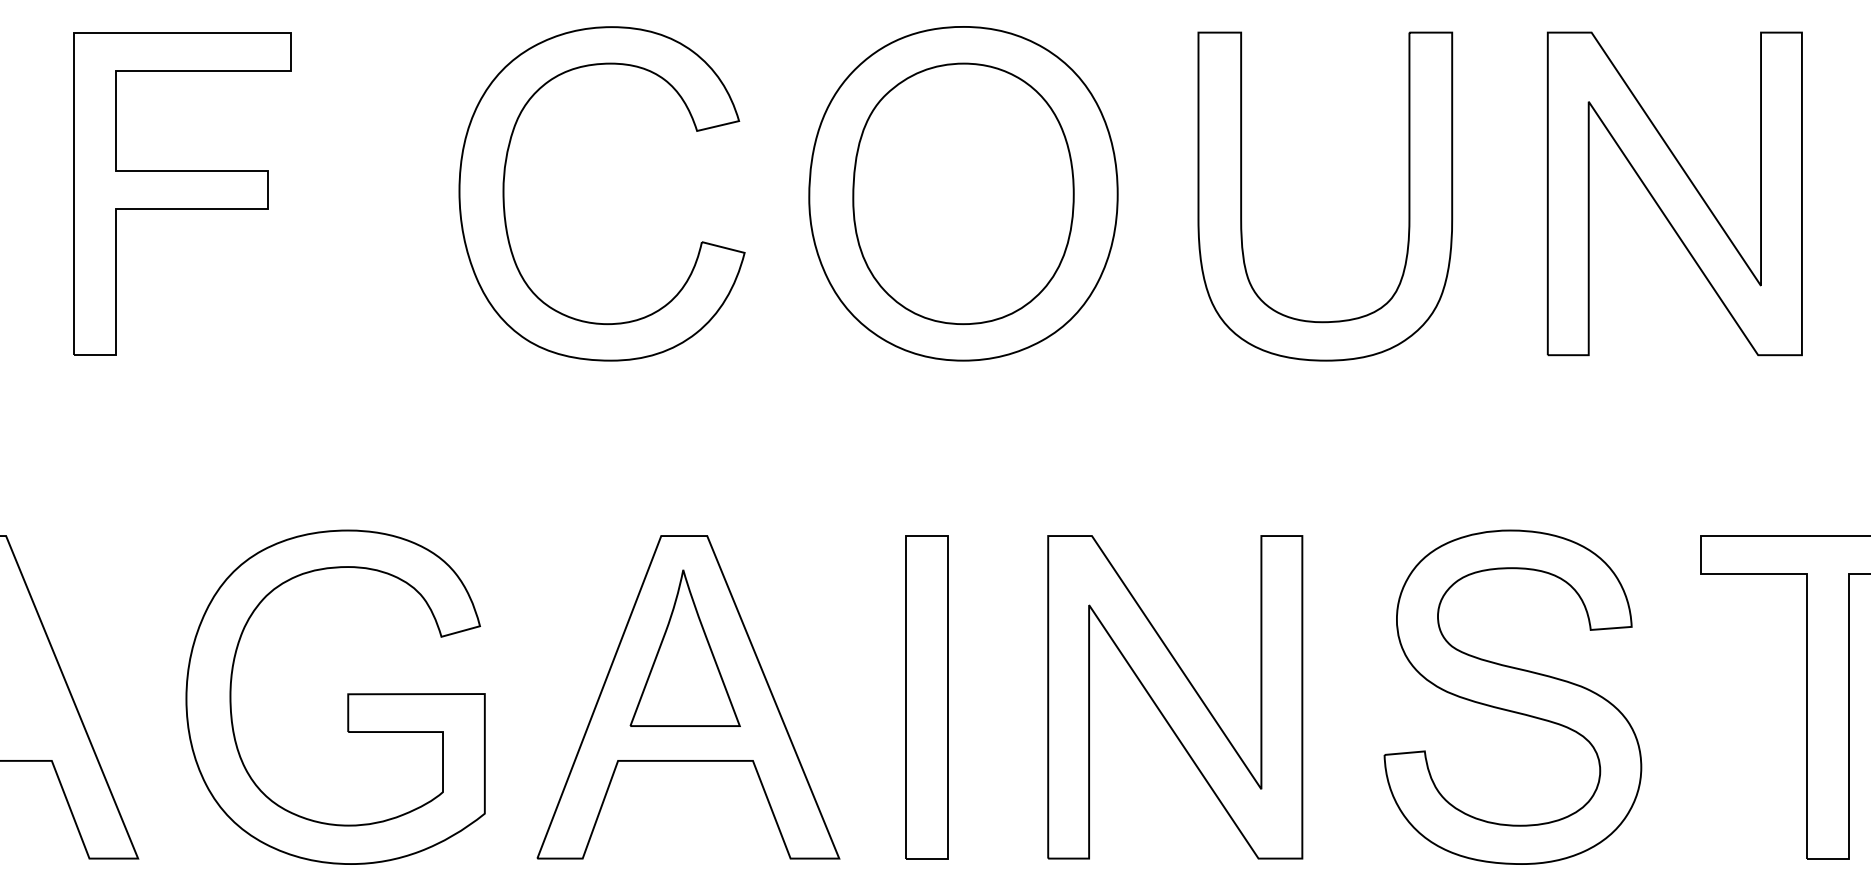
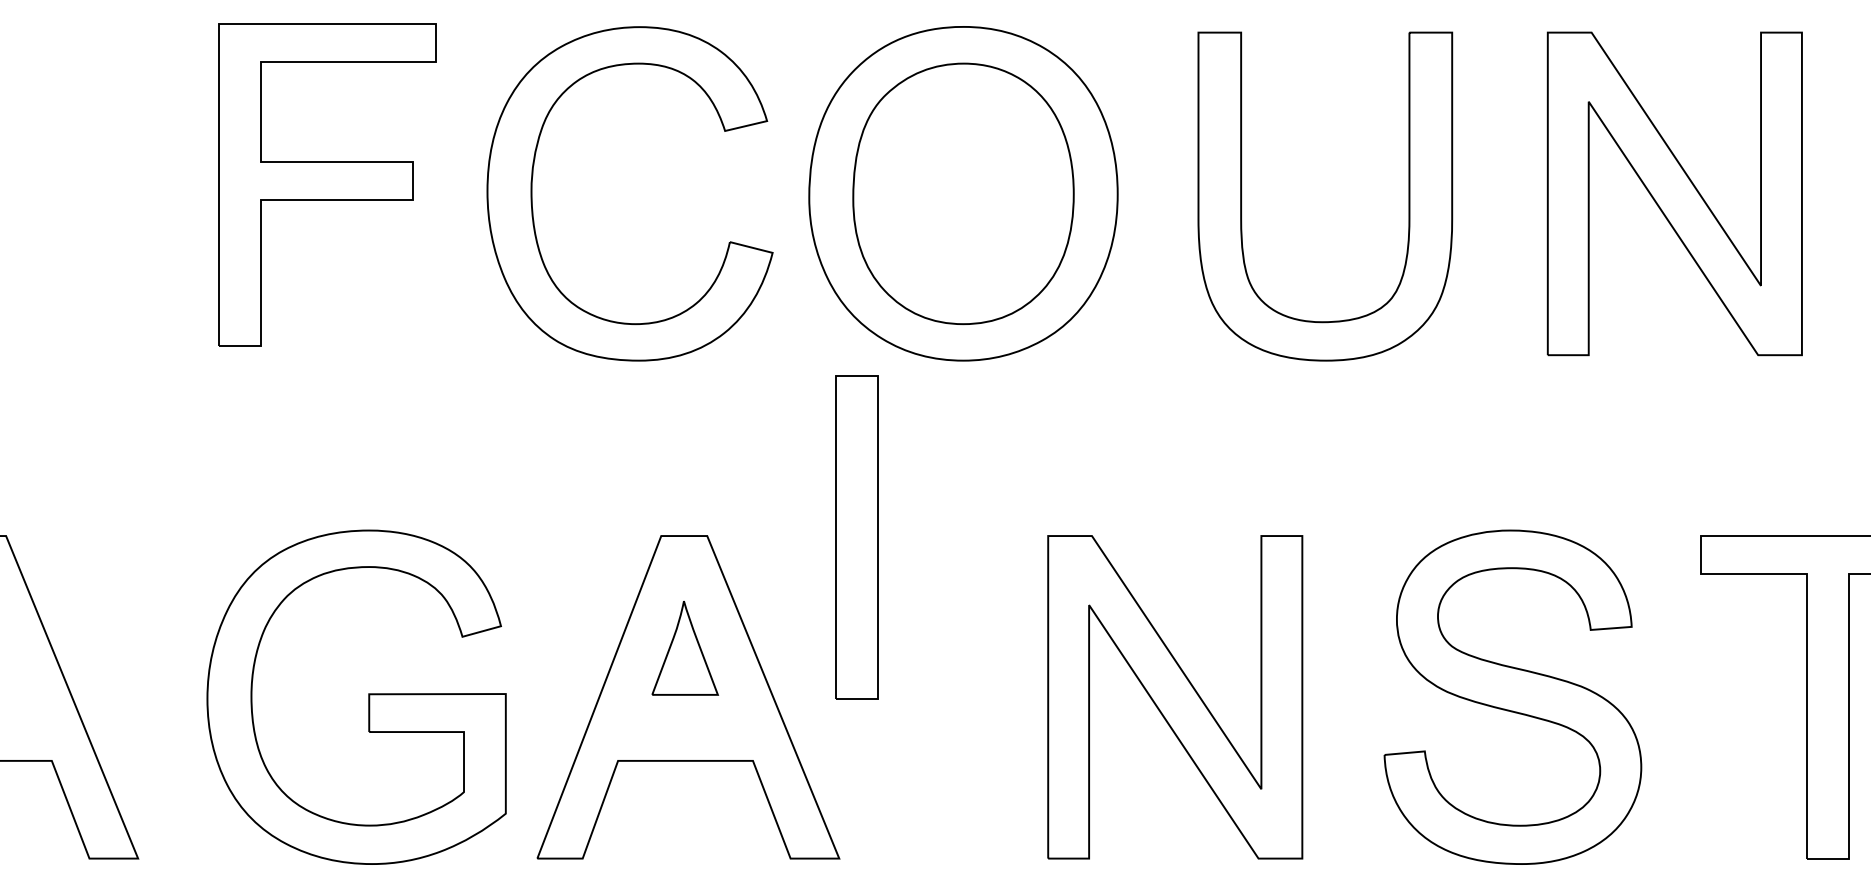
part at (182, 193) position: (182, 193) -> (327, 184)
part at (504, 193) position: (504, 193) -> (532, 193)
part at (684, 647) size: 112x158 px -> 68x95 px
part at (347, 696) position: (347, 696) -> (368, 696)
part at (926, 697) position: (926, 697) -> (856, 537)
